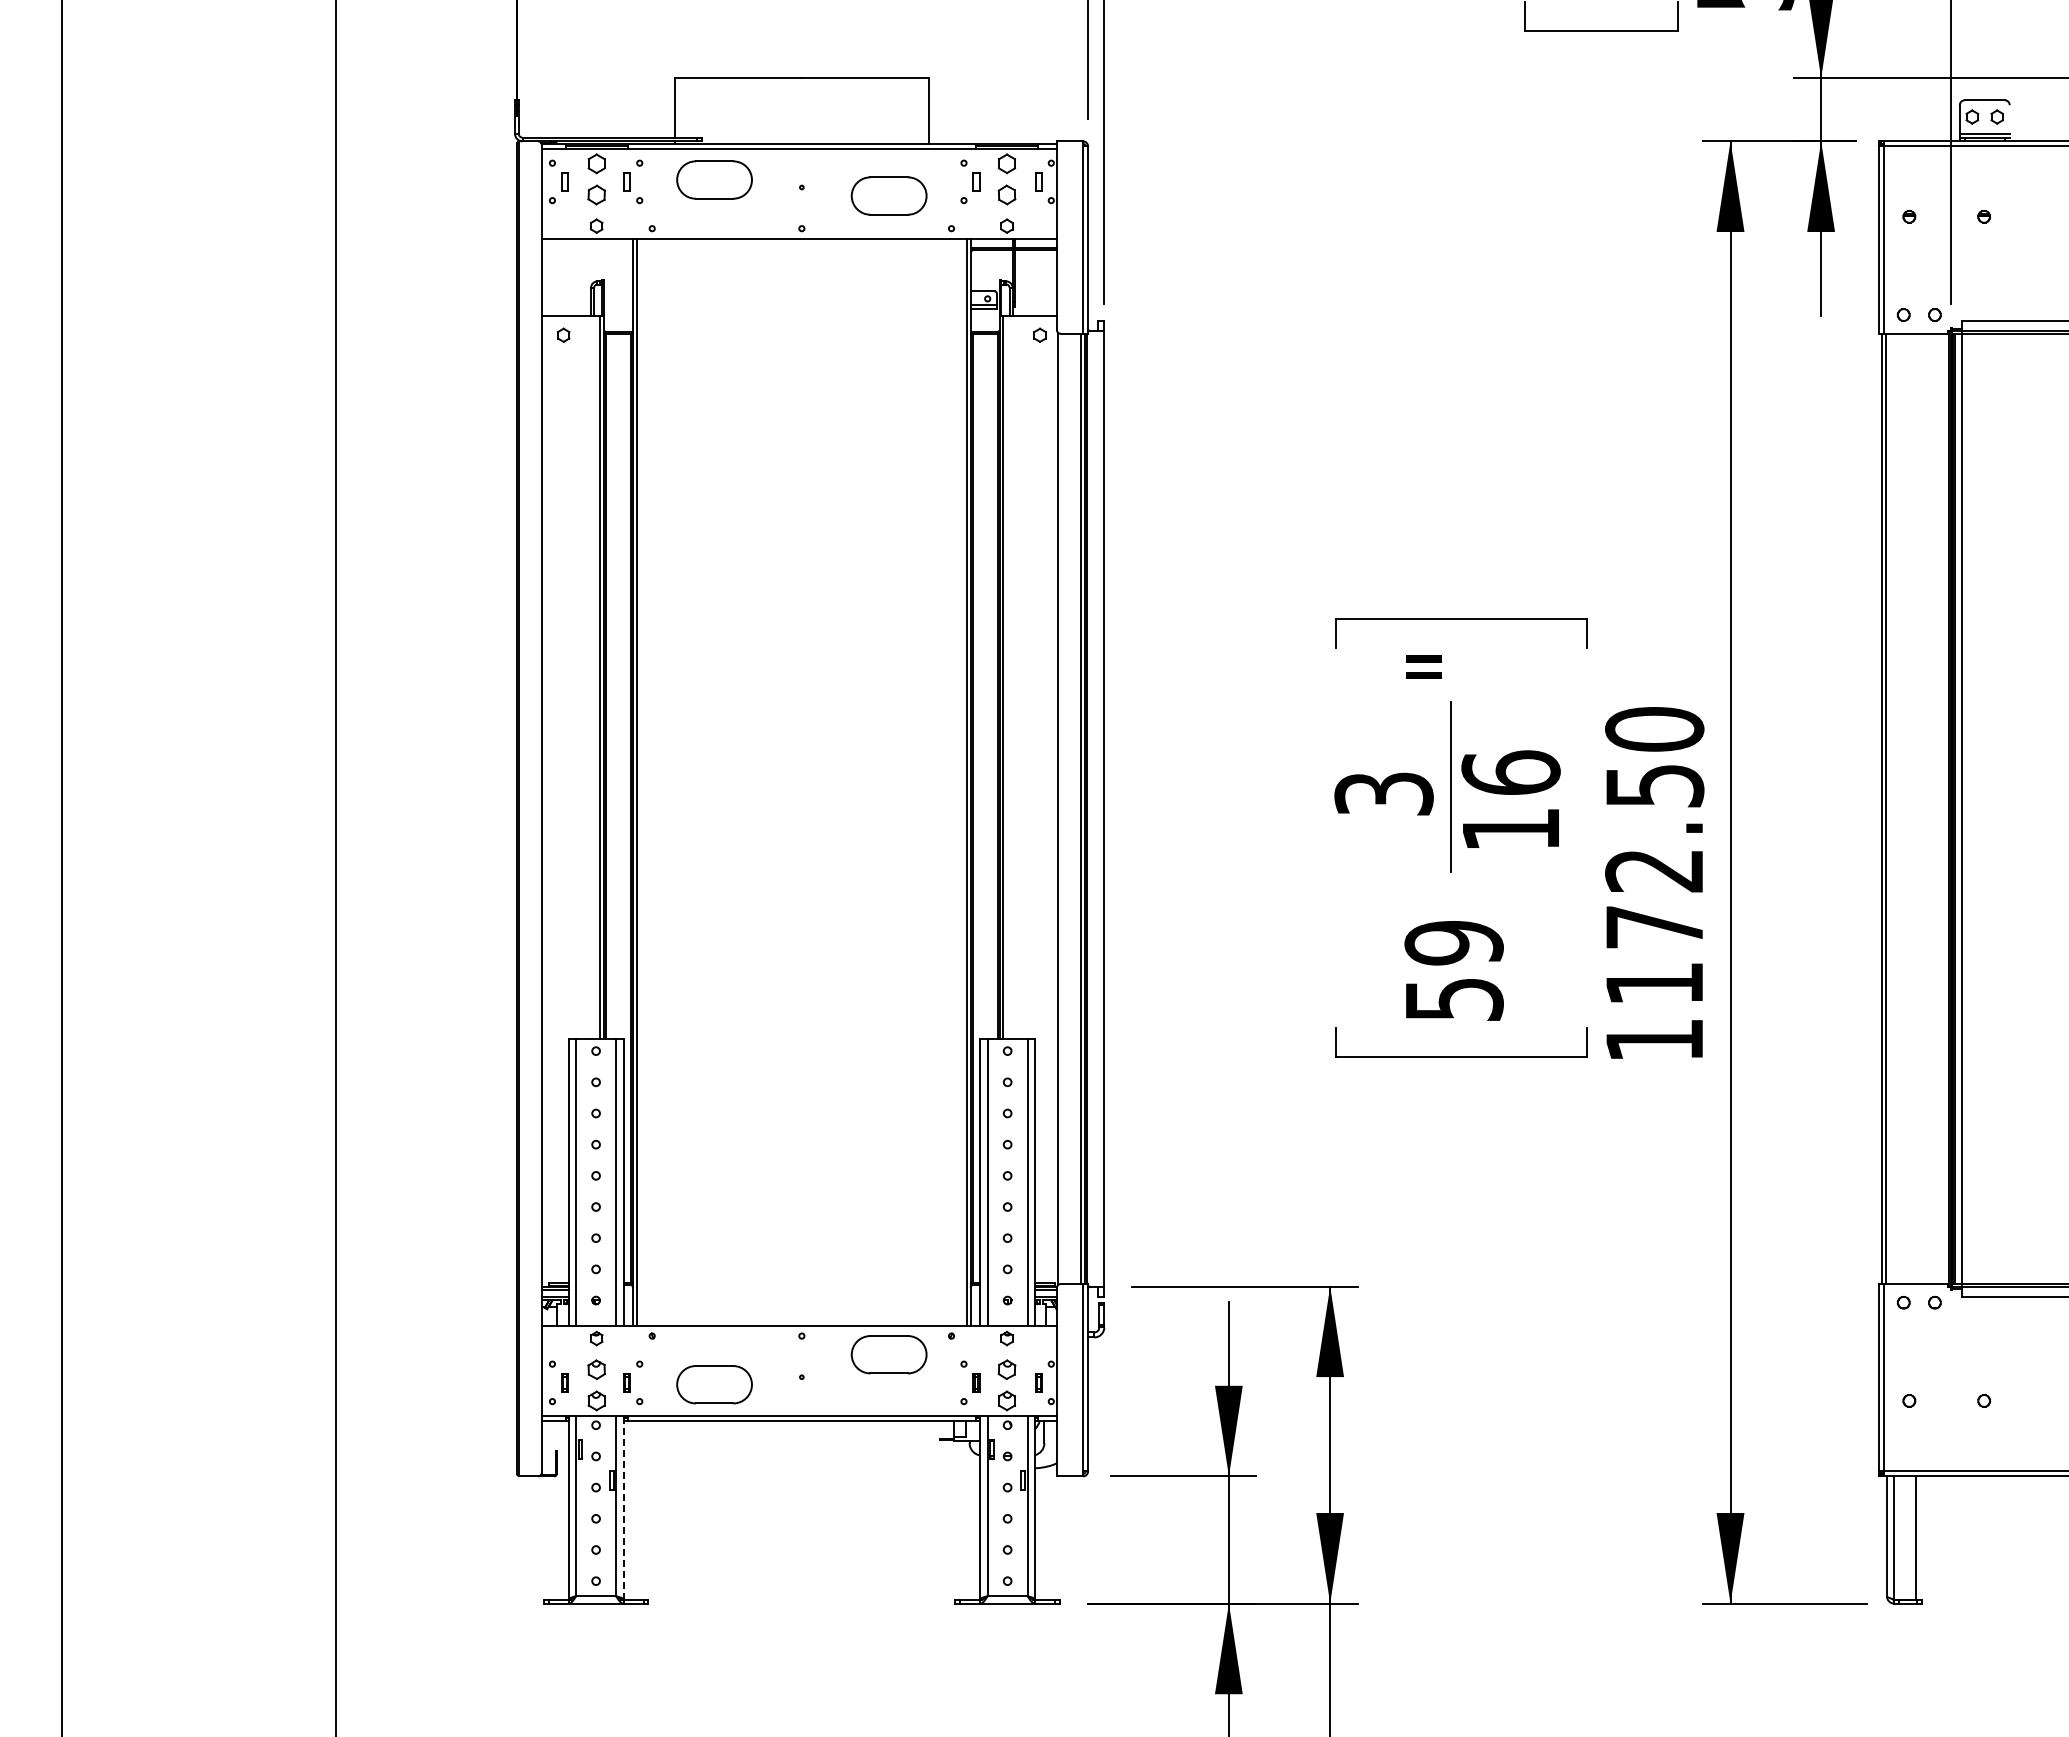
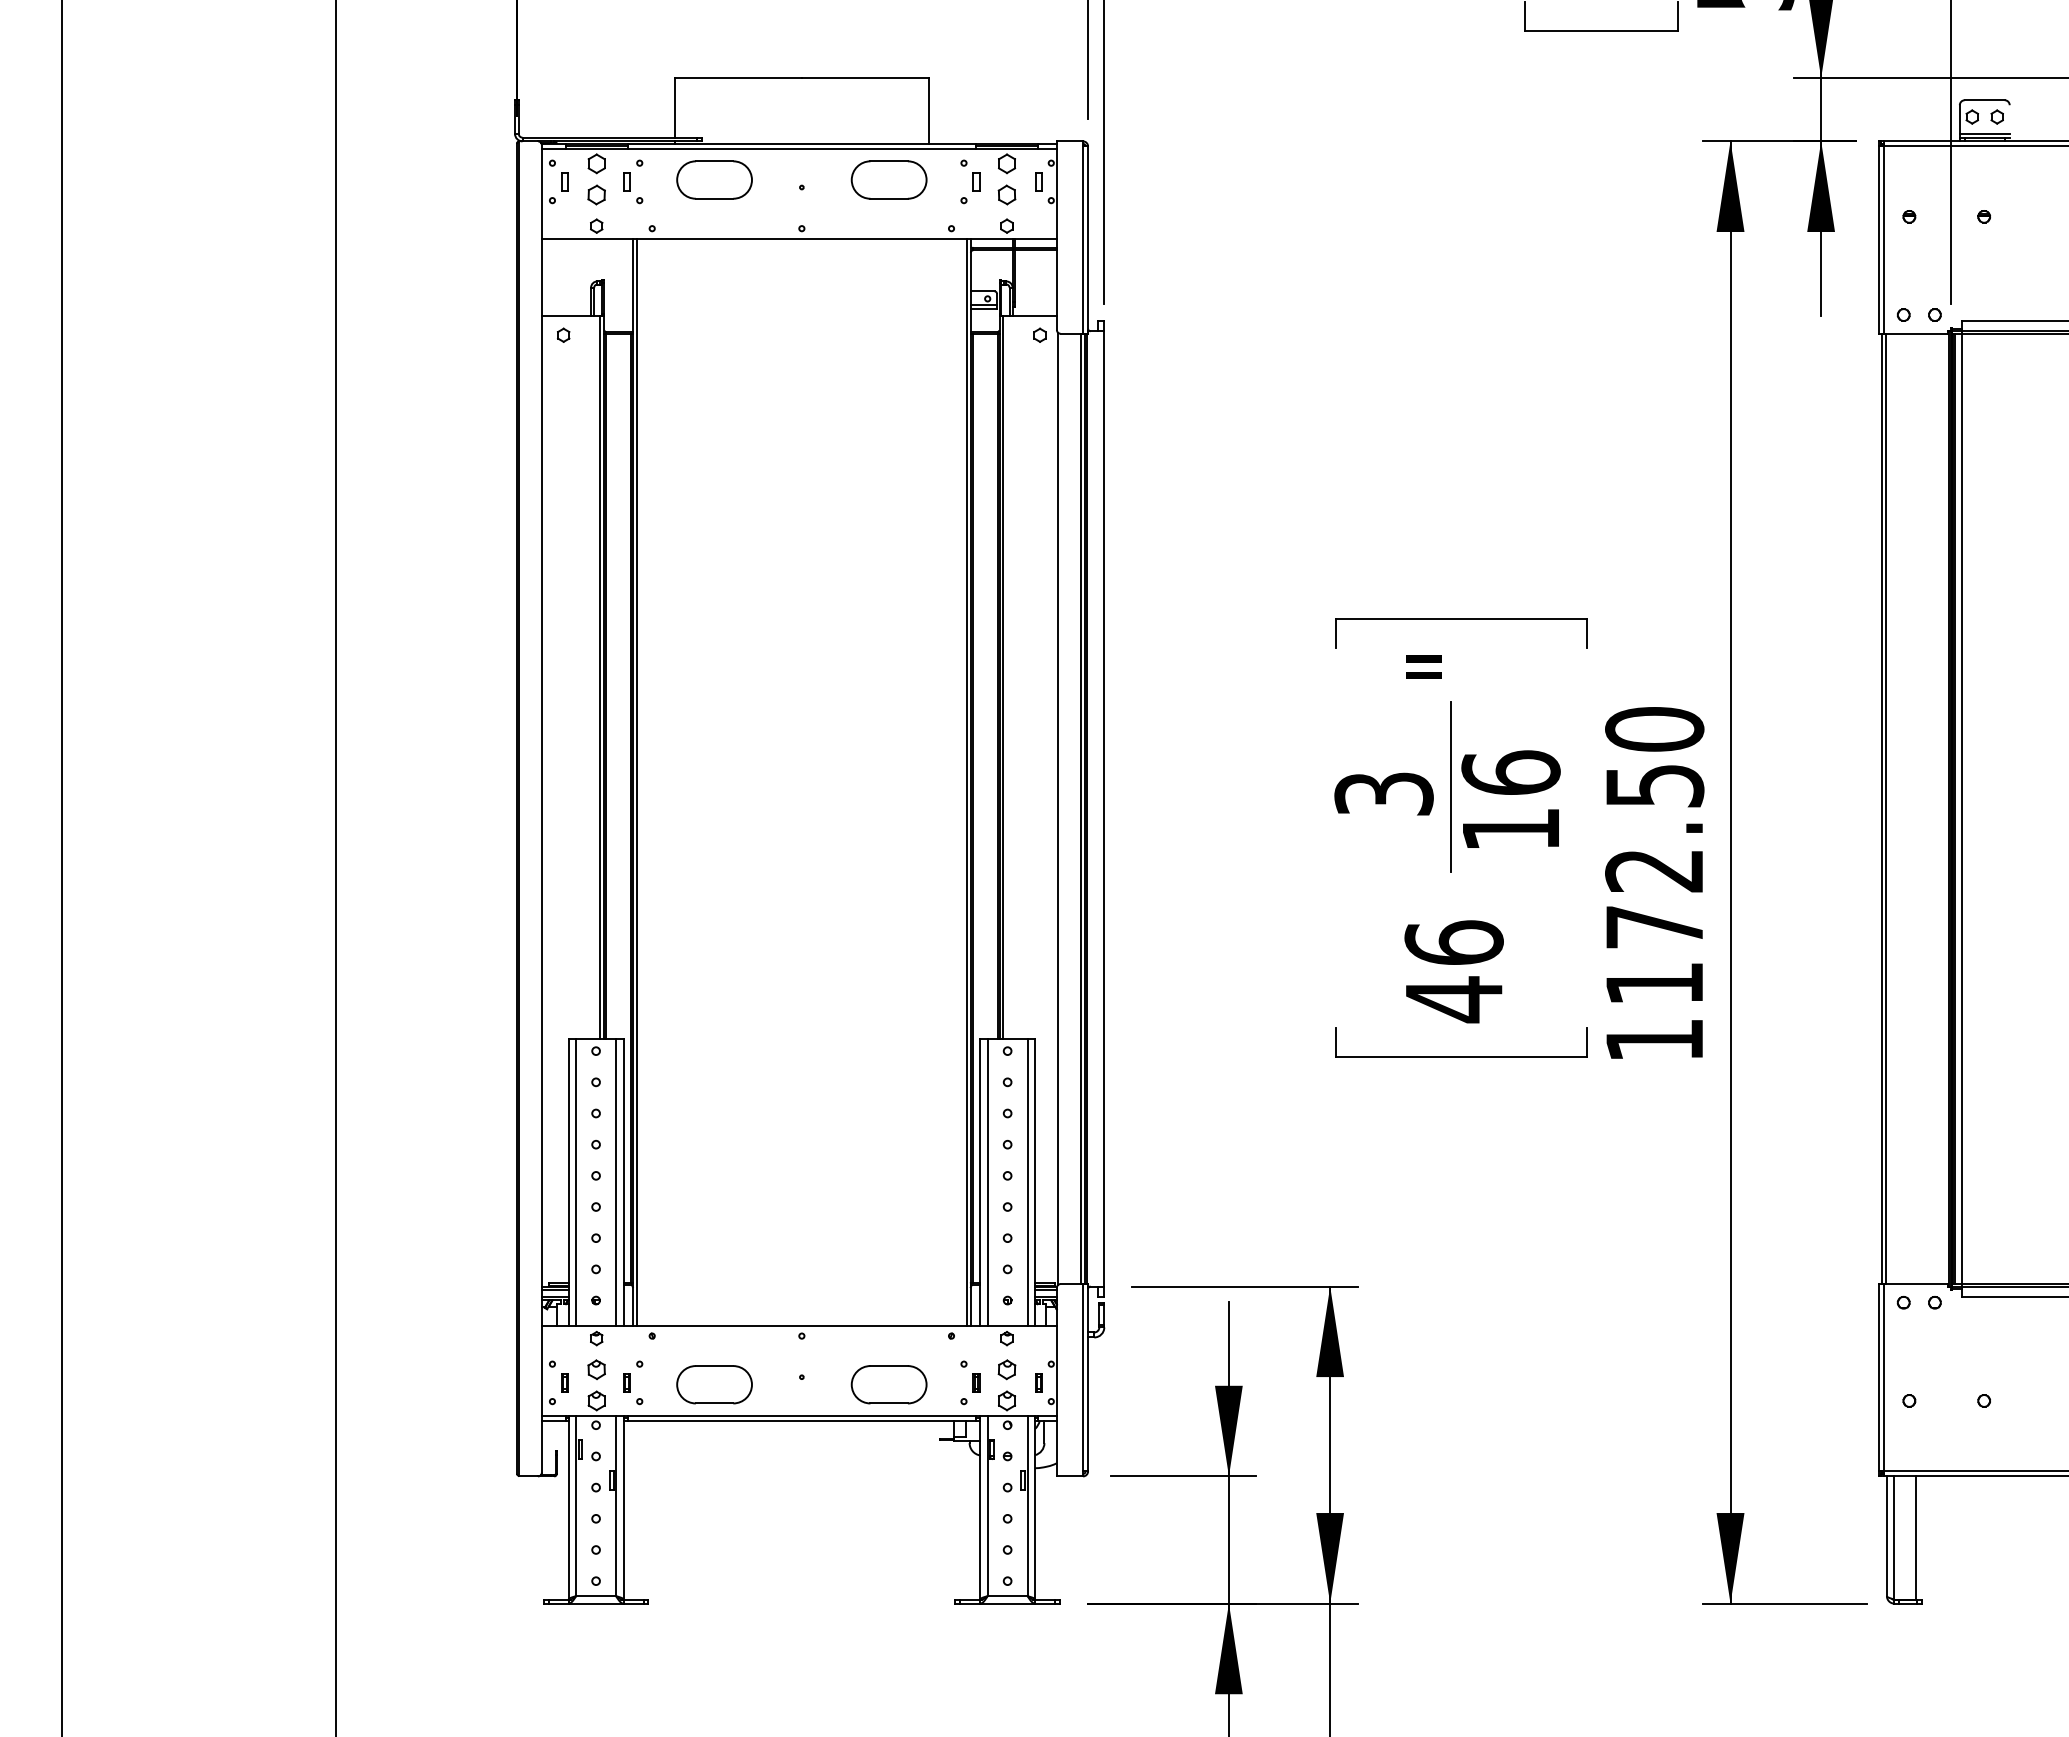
part at (888, 195) position: (888, 195) -> (888, 179)
text at (1453, 971): 59 -> 46
part at (888, 1354) position: (888, 1354) -> (888, 1384)
line at (623, 1507): dashed -> solid
